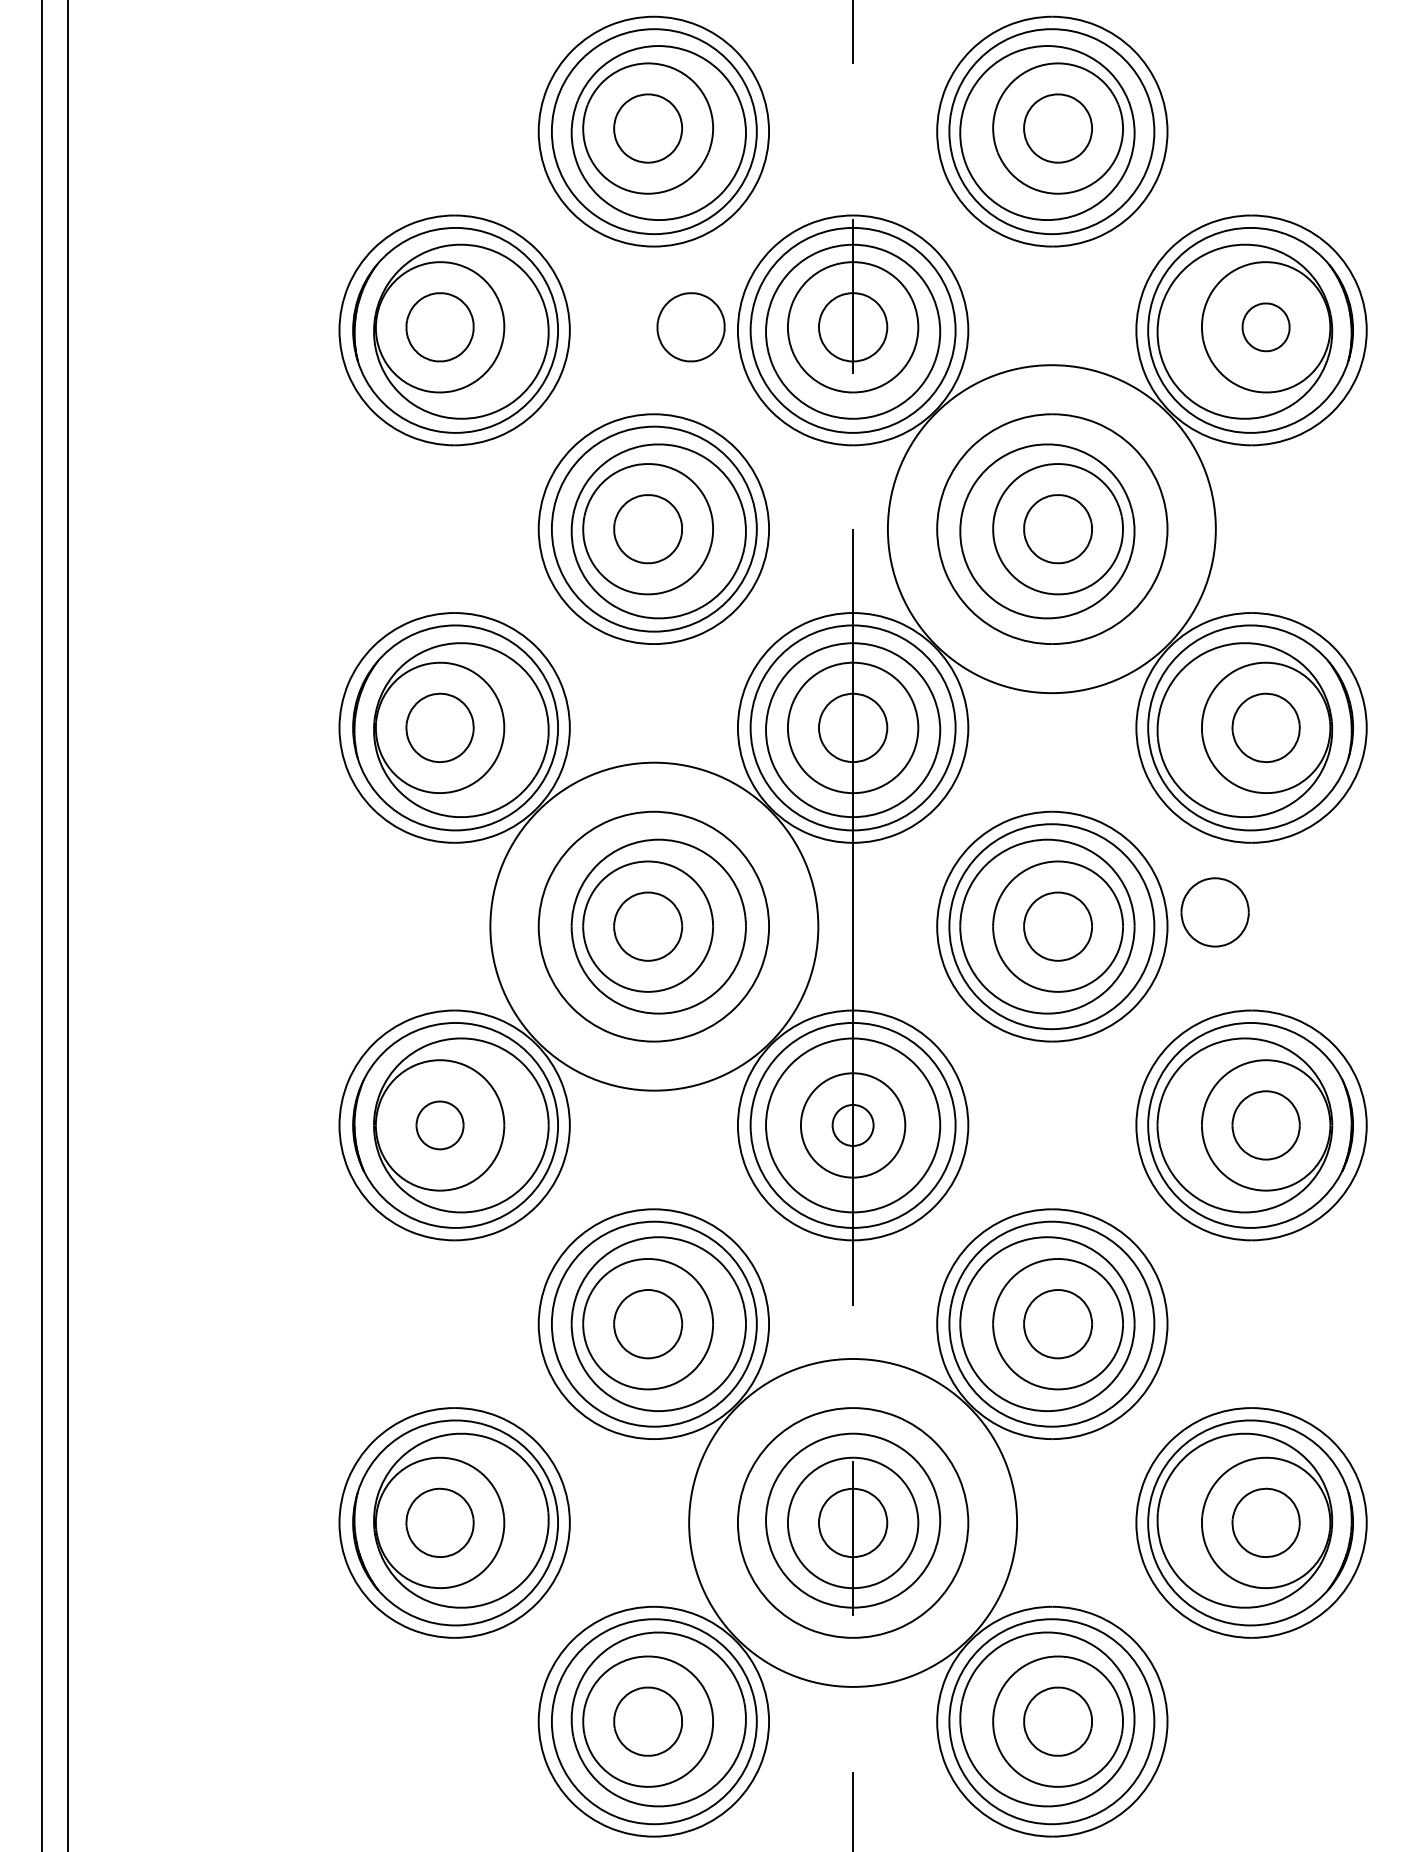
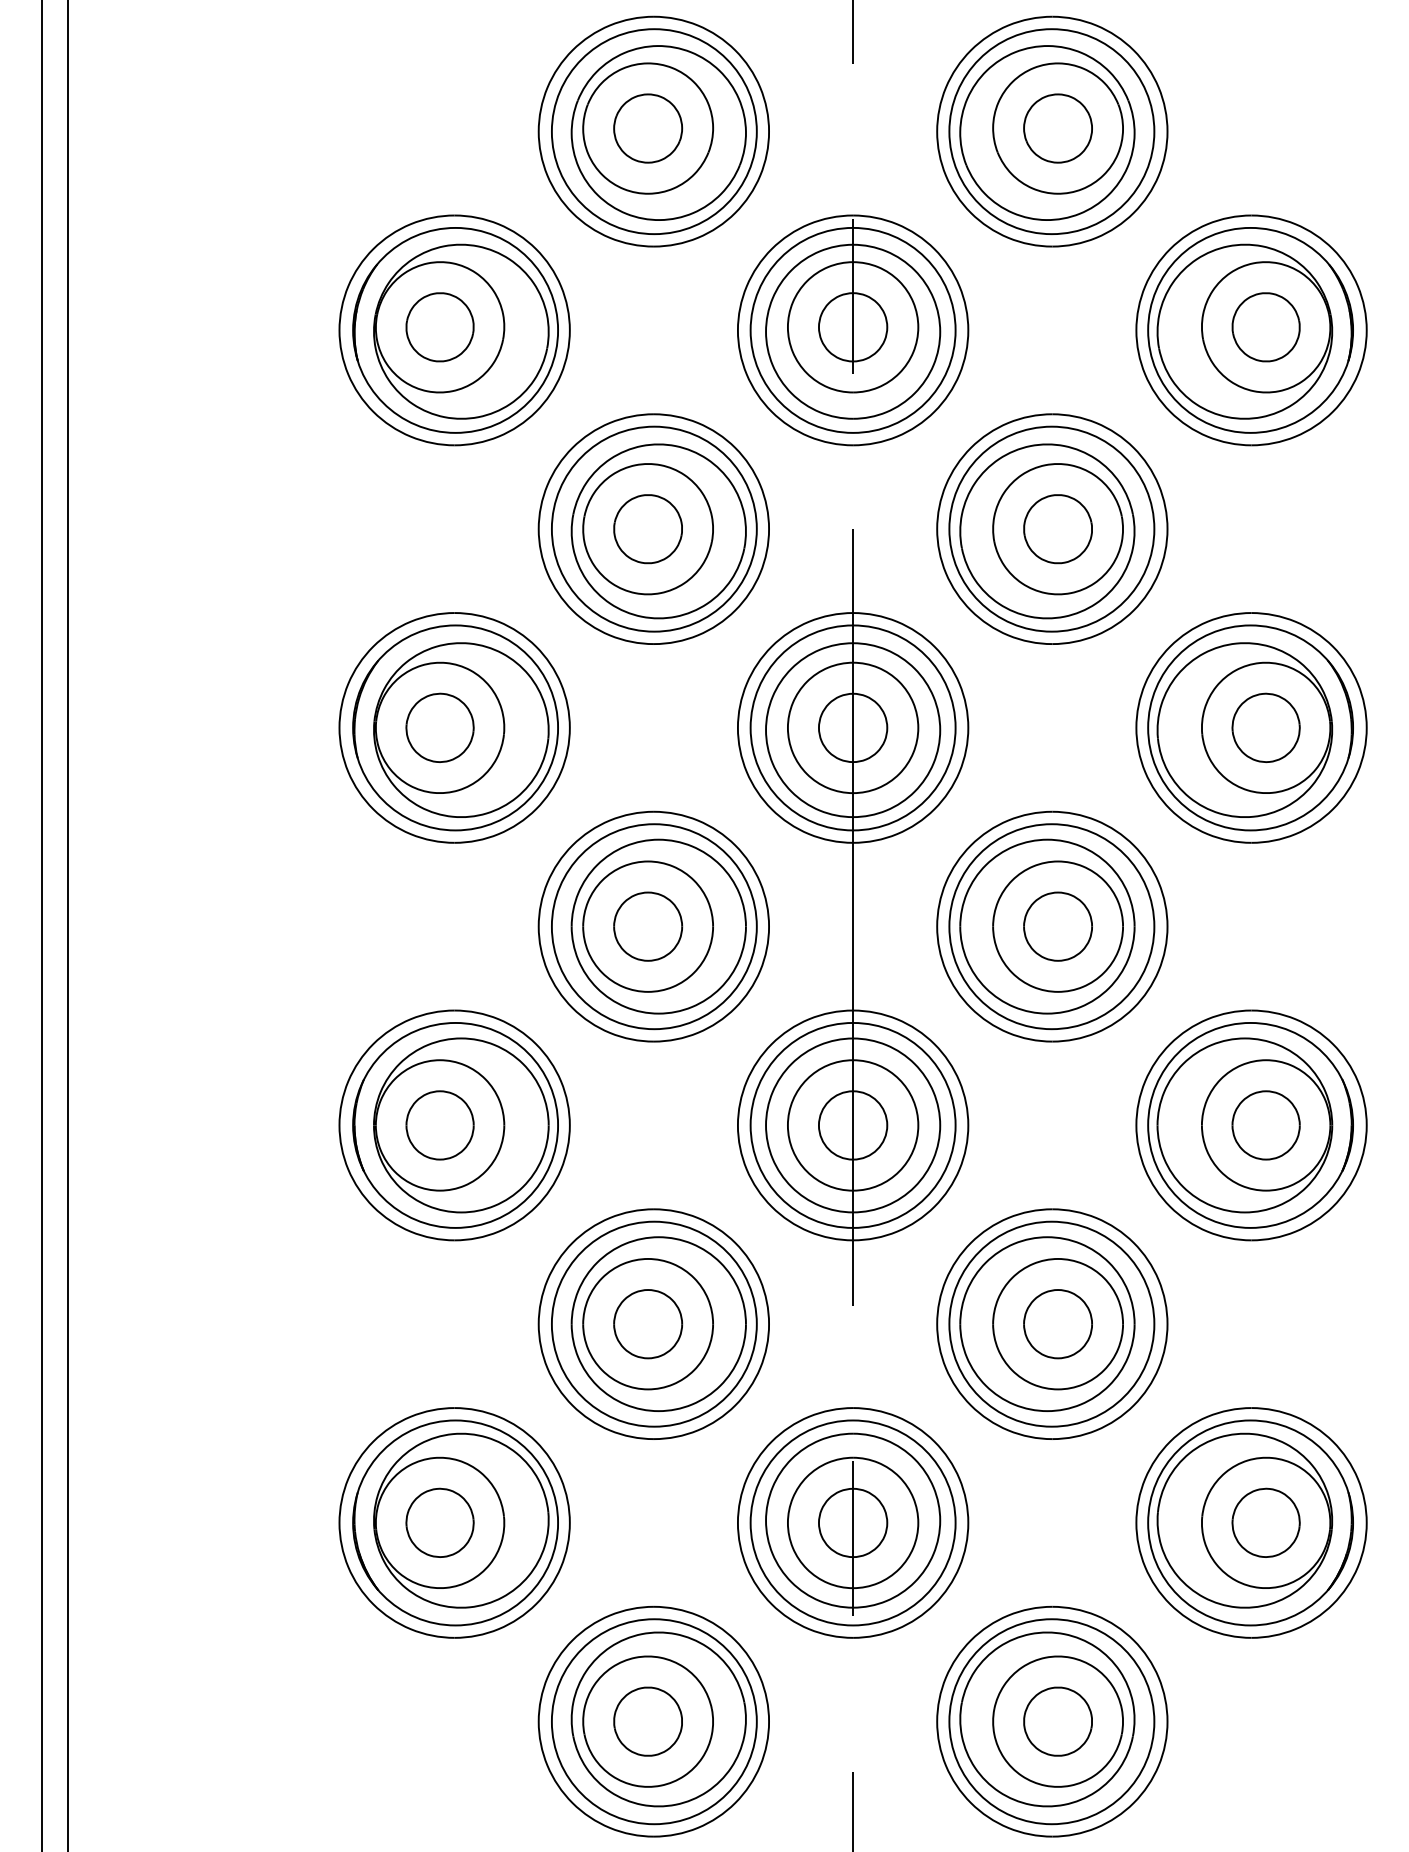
part at (690, 327): present -> none
part at (1265, 327) size: 50x51 px -> 70x71 px
circle at (1051, 529) diameter: 328 px -> 205 px
part at (1214, 912): present -> none
circle at (654, 926) diameter: 328 px -> 205 px
circle at (852, 1124) diameter: 41 px -> 68 px
part at (439, 1125) size: 50x51 px -> 70x71 px
circle at (852, 1125) diameter: 104 px -> 130 px
circle at (853, 1522) diameter: 328 px -> 205 px
